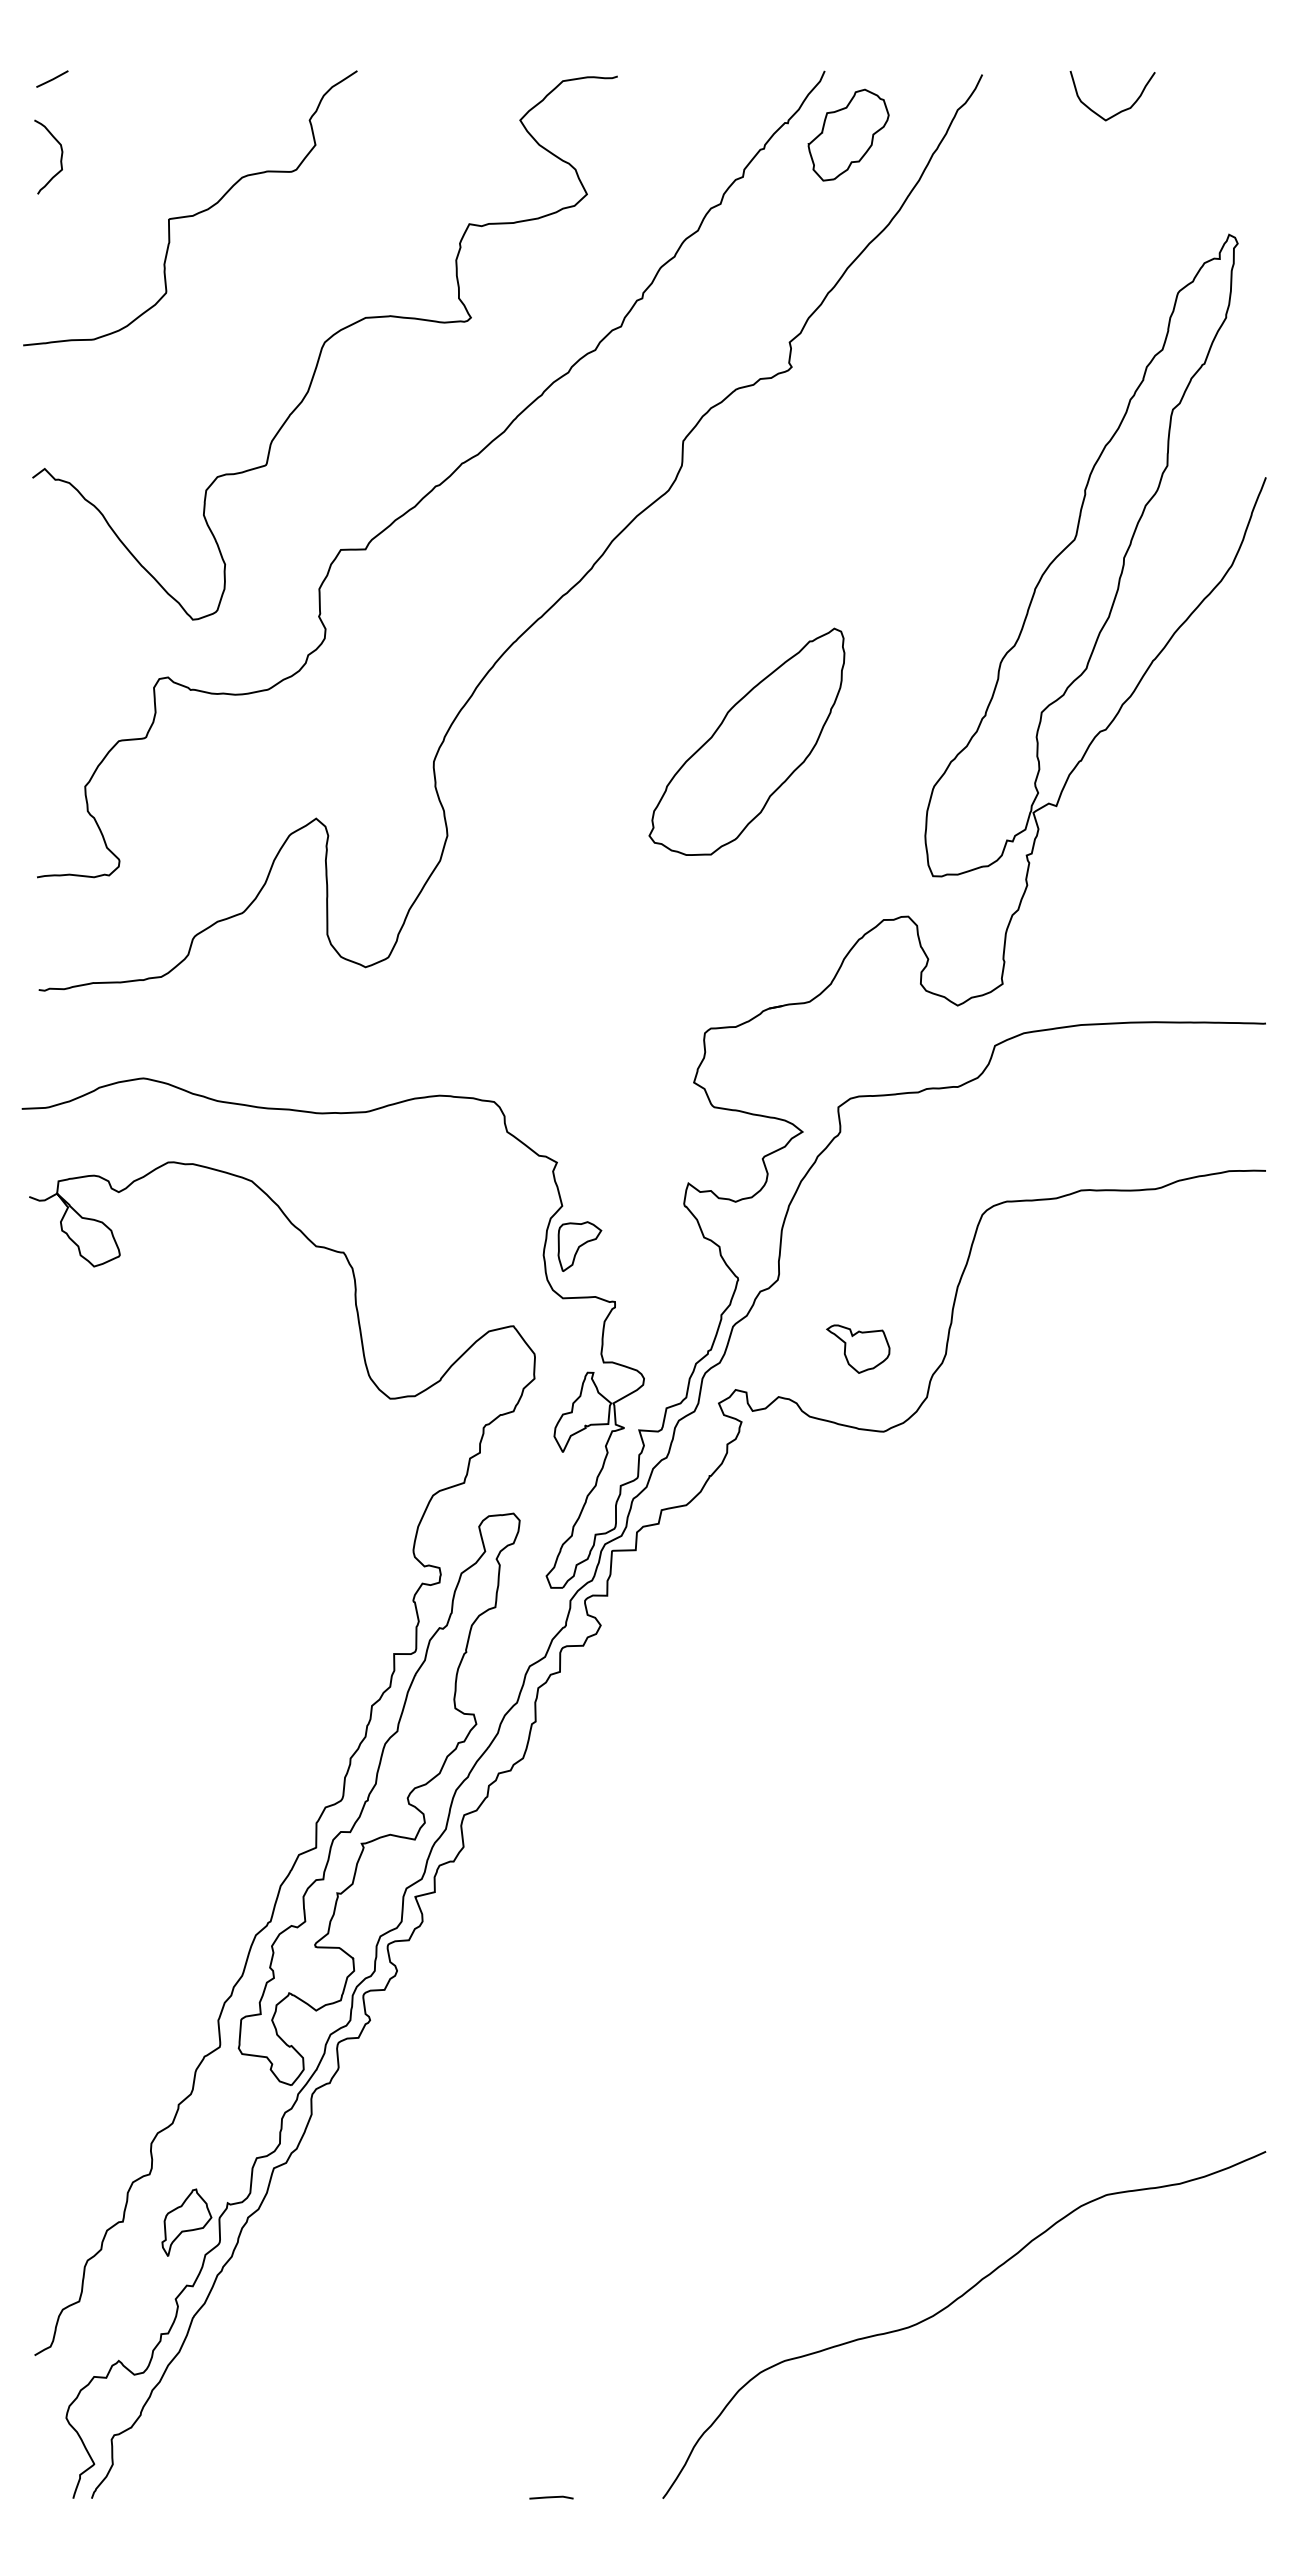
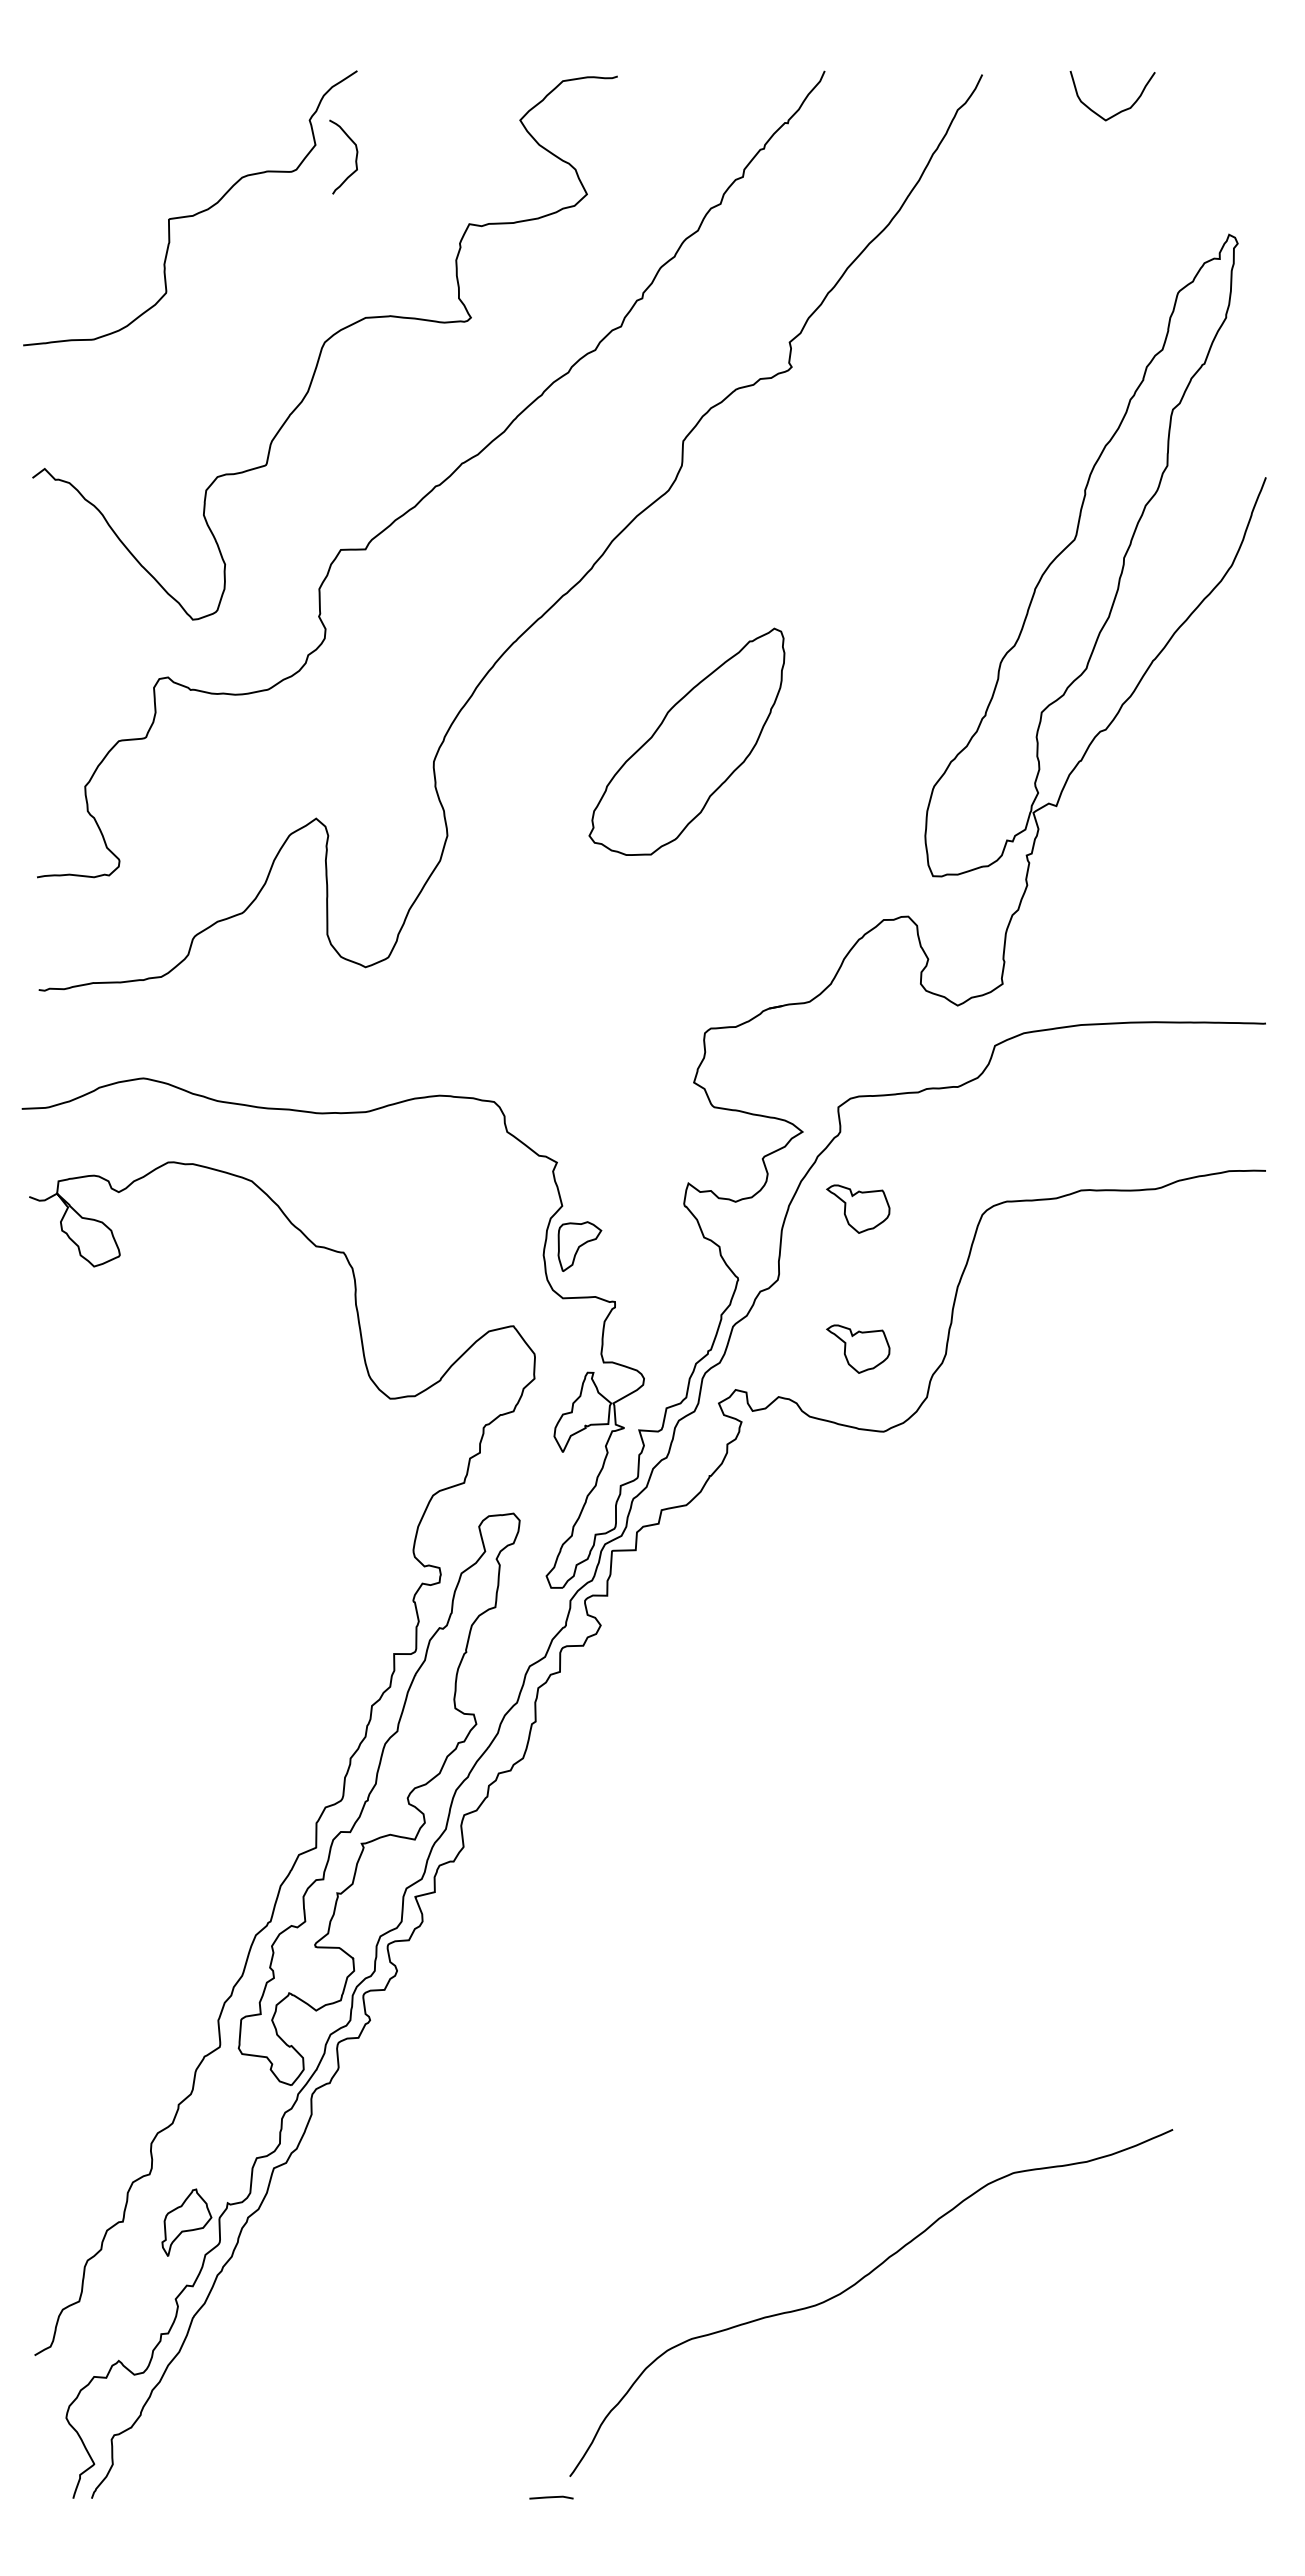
line at (52, 78): present -> none
part at (848, 134): present -> none
curve at (60, 156) position: (60, 156) -> (355, 156)
part at (746, 741) position: (746, 741) -> (686, 741)
part at (858, 1208): none -> present
curve at (948, 2307) position: (948, 2307) -> (855, 2285)
